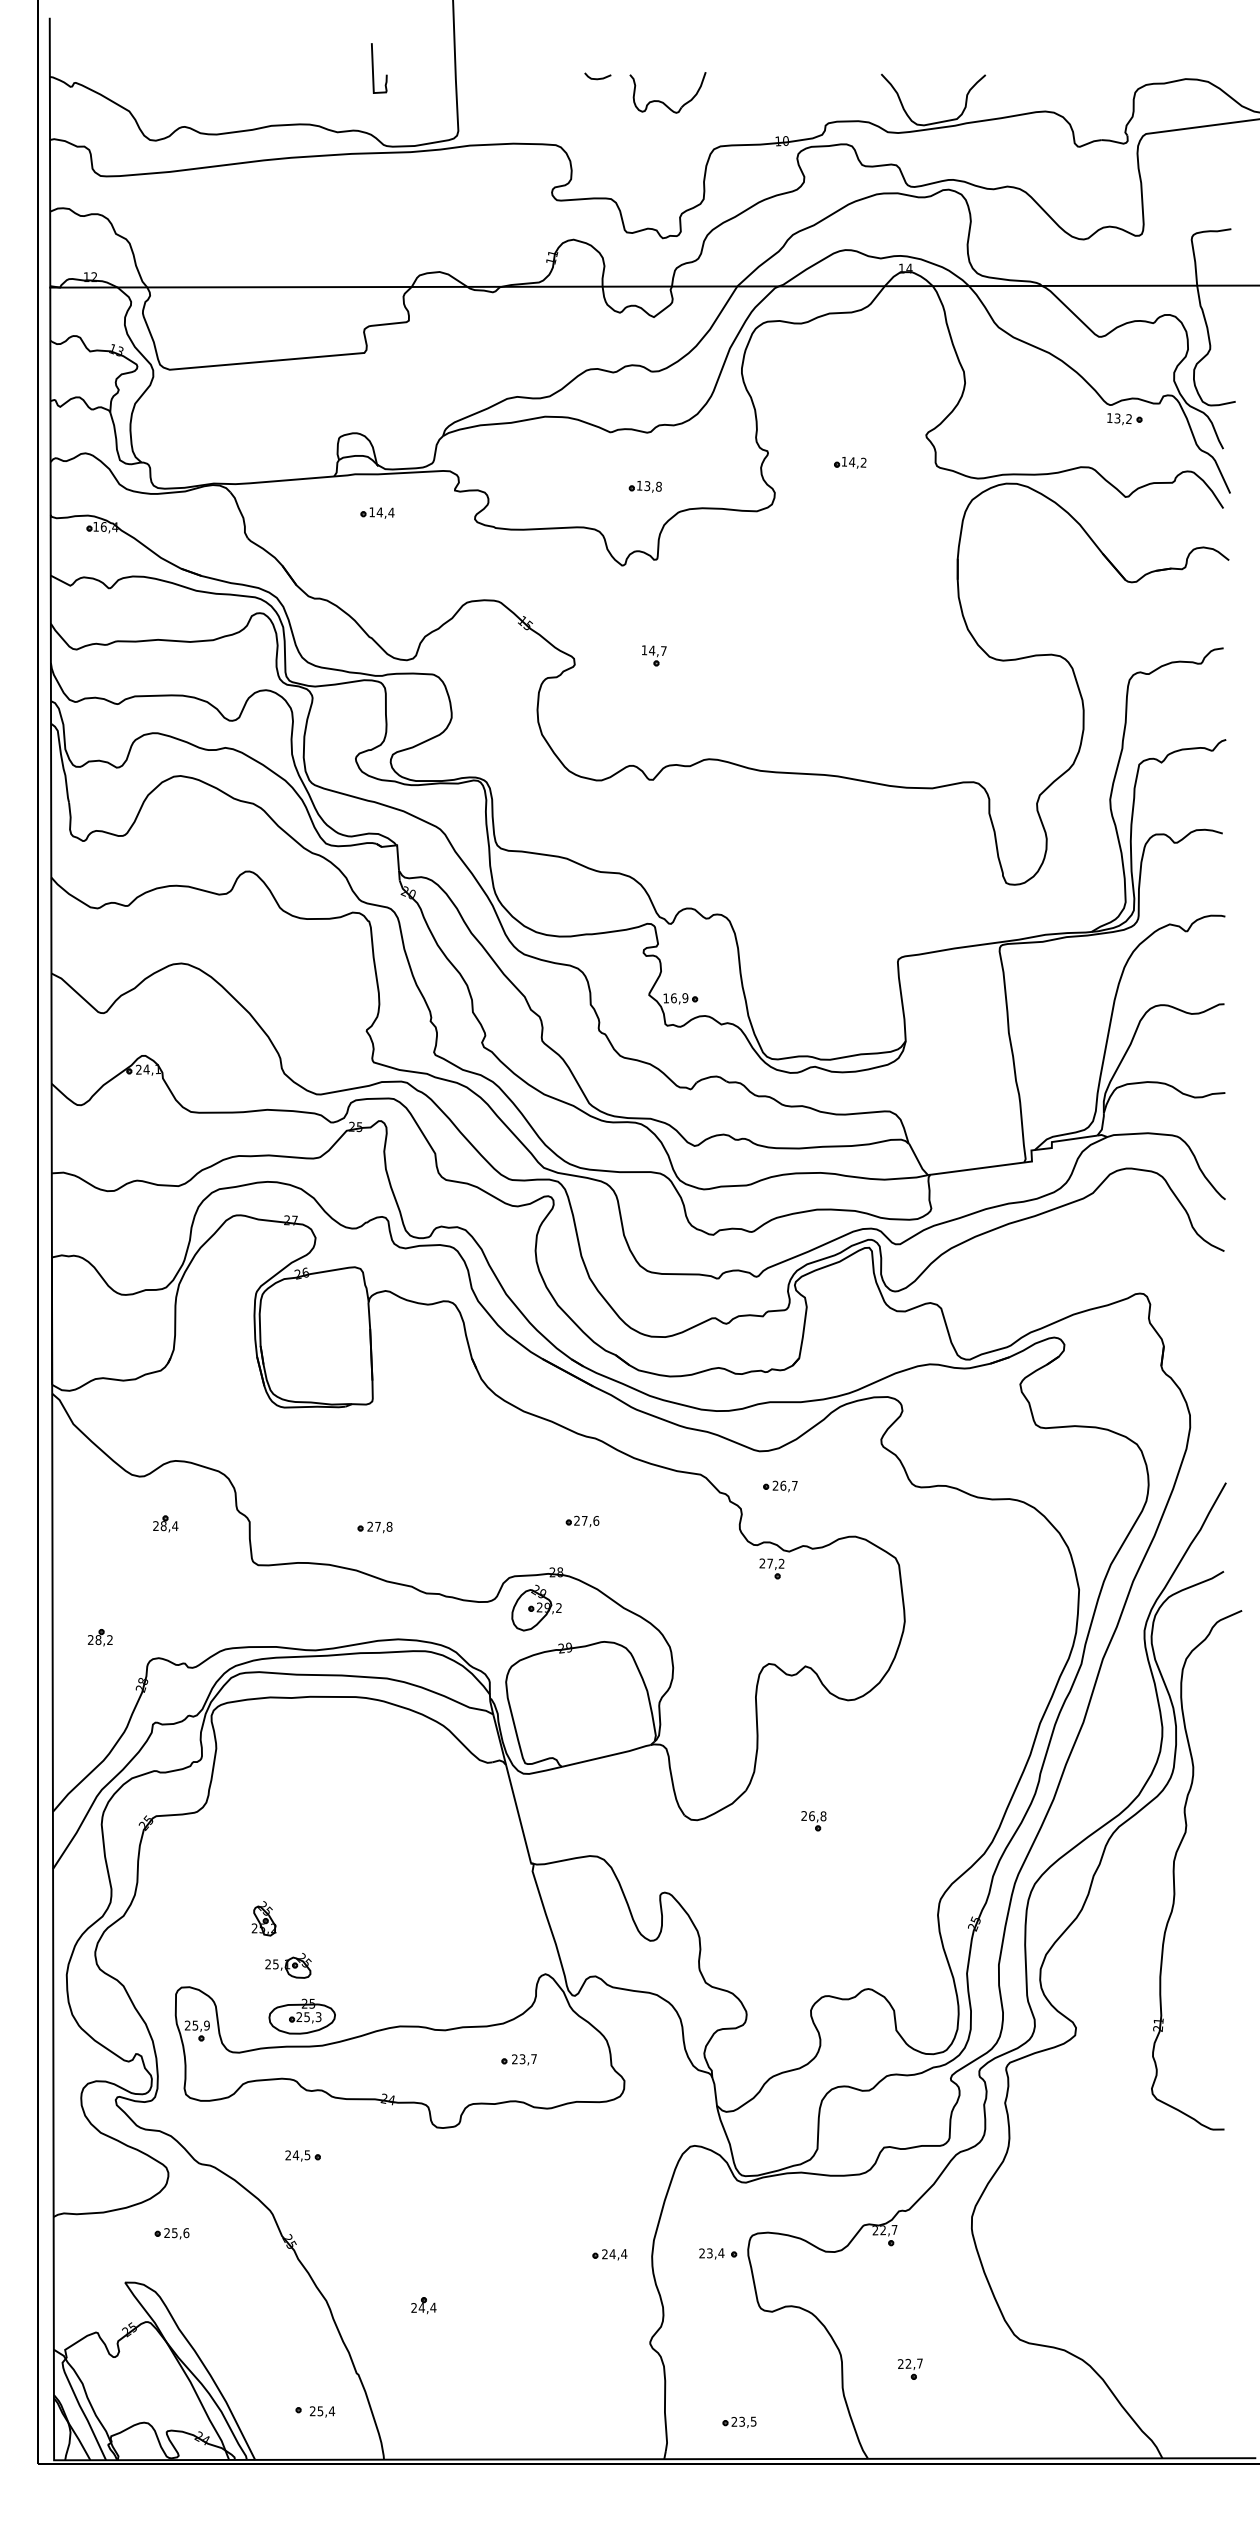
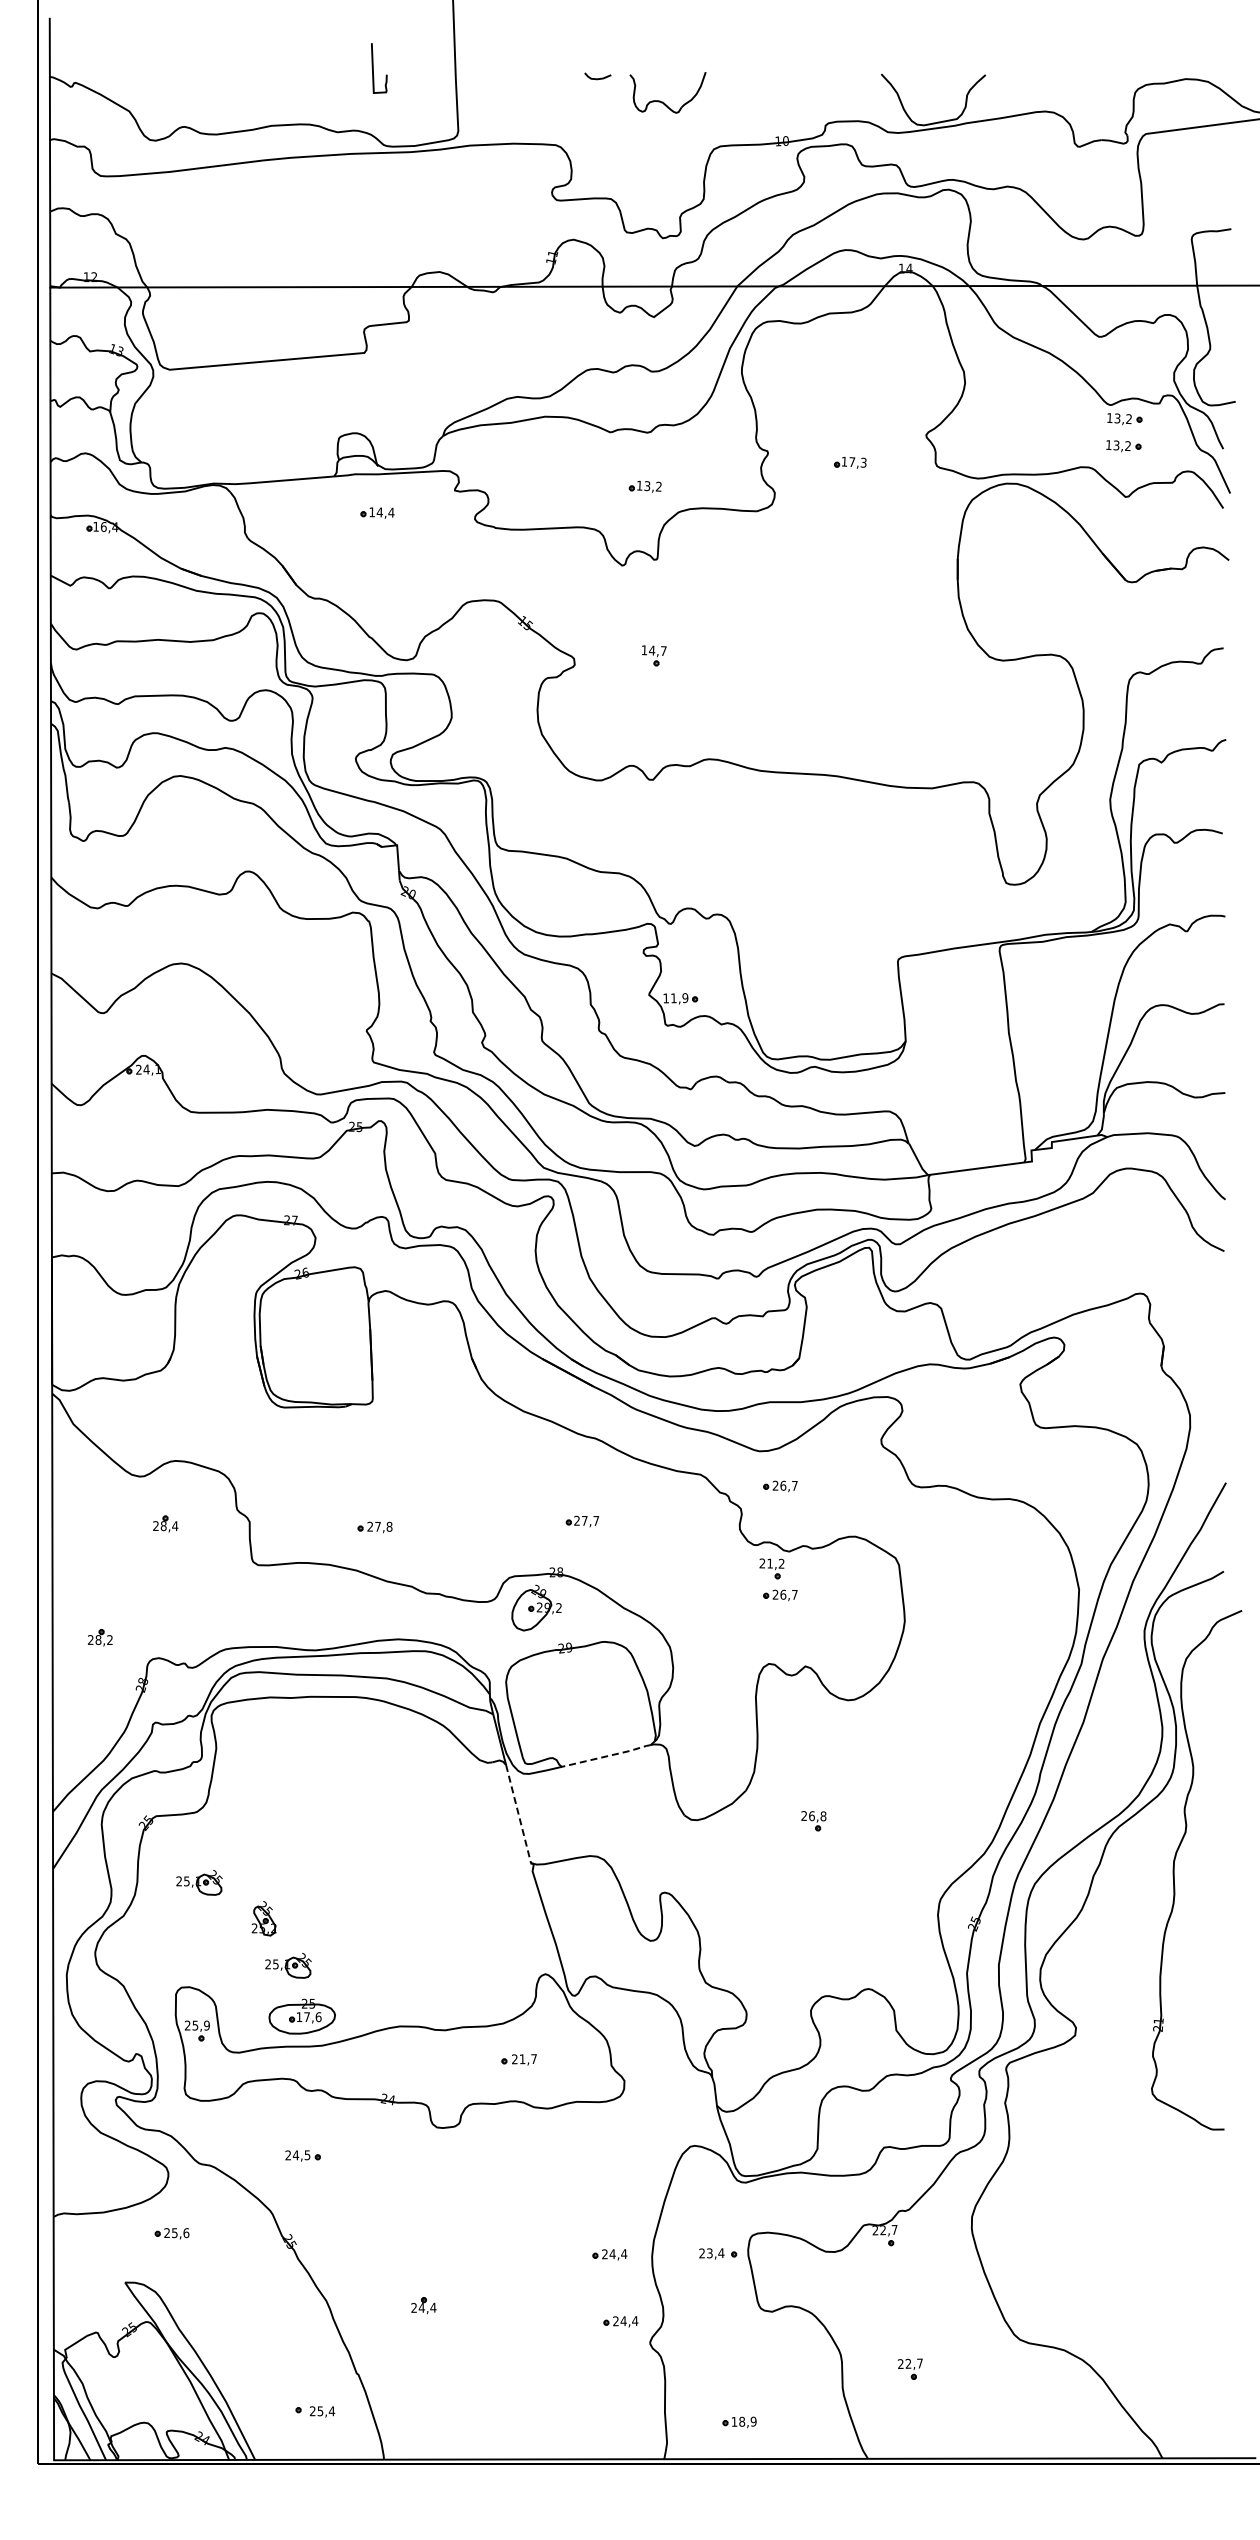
part at (1123, 446): none -> present
text at (857, 462): 14,2 -> 17,3
text at (658, 486): 13,8 -> 13,2
text at (673, 998): 16,9 -> 11,9
text at (596, 1520): 27,6 -> 27,7
text at (769, 1563): 27,2 -> 21,2
part at (780, 1595): none -> present
line at (607, 1756): solid -> dashed
line at (518, 1814): solid -> dashed
part at (199, 1882): none -> present
text at (308, 2017): 25,3 -> 17,6
text at (522, 2059): 23,7 -> 21,7
part at (620, 2321): none -> present
text at (743, 2421): 23,5 -> 18,9
